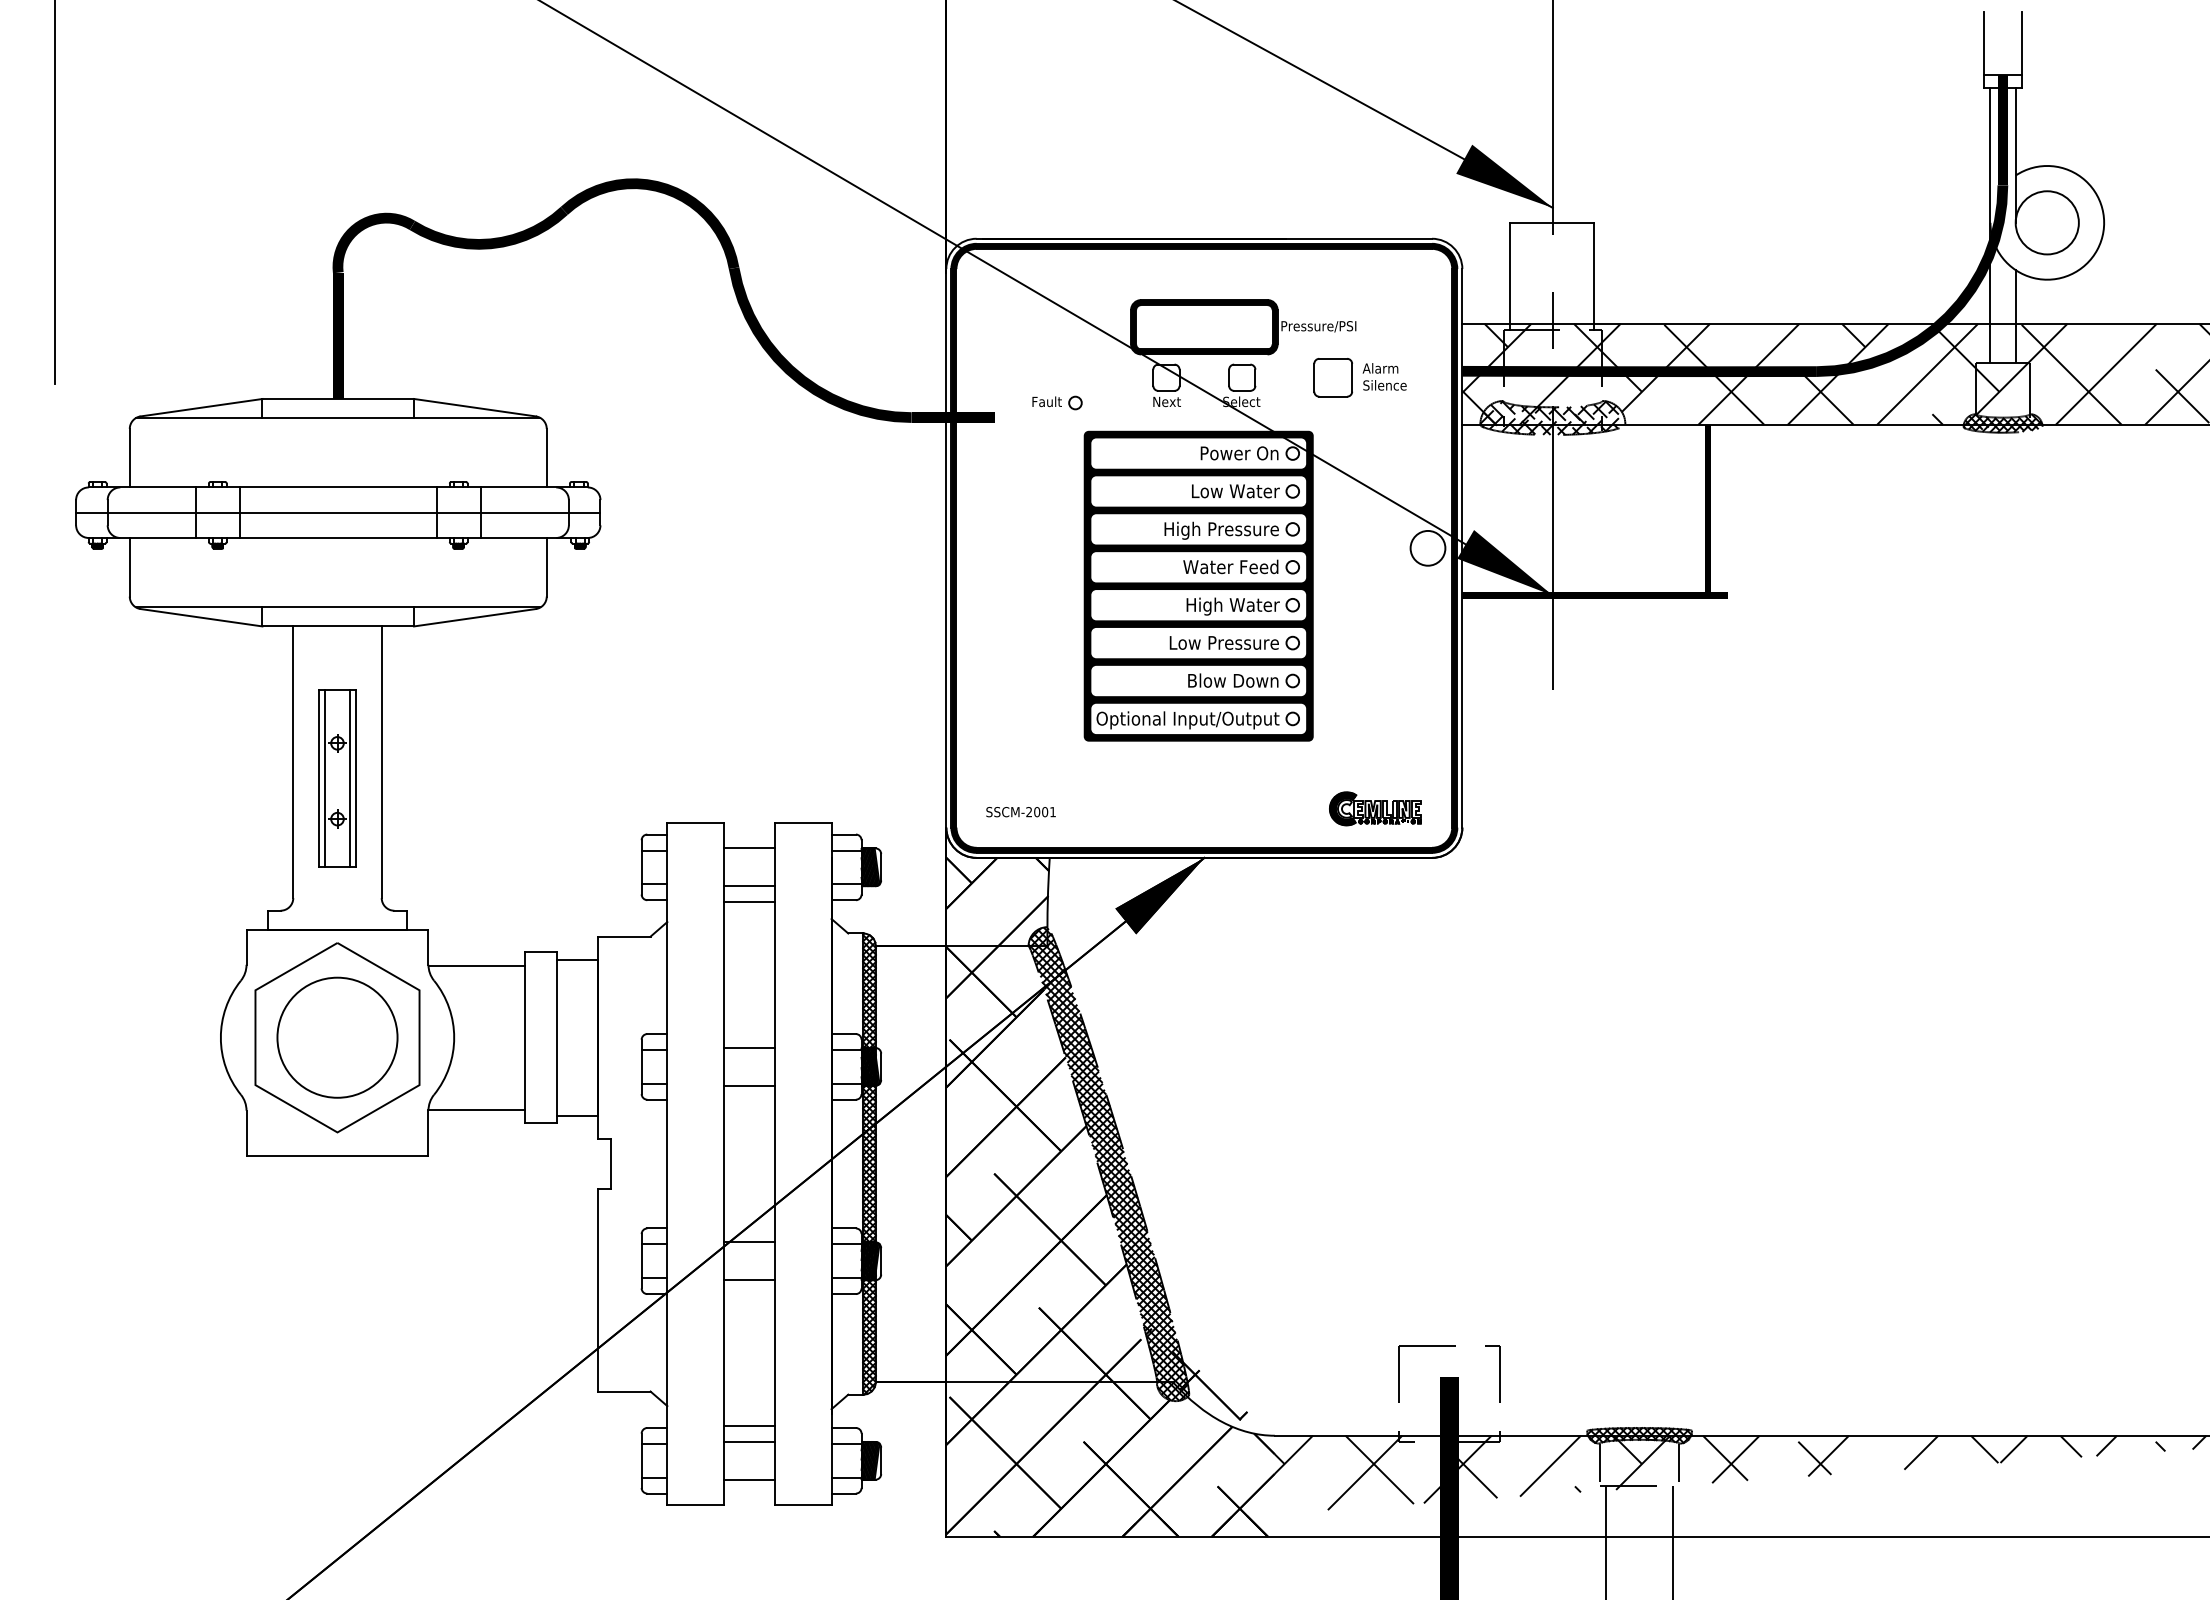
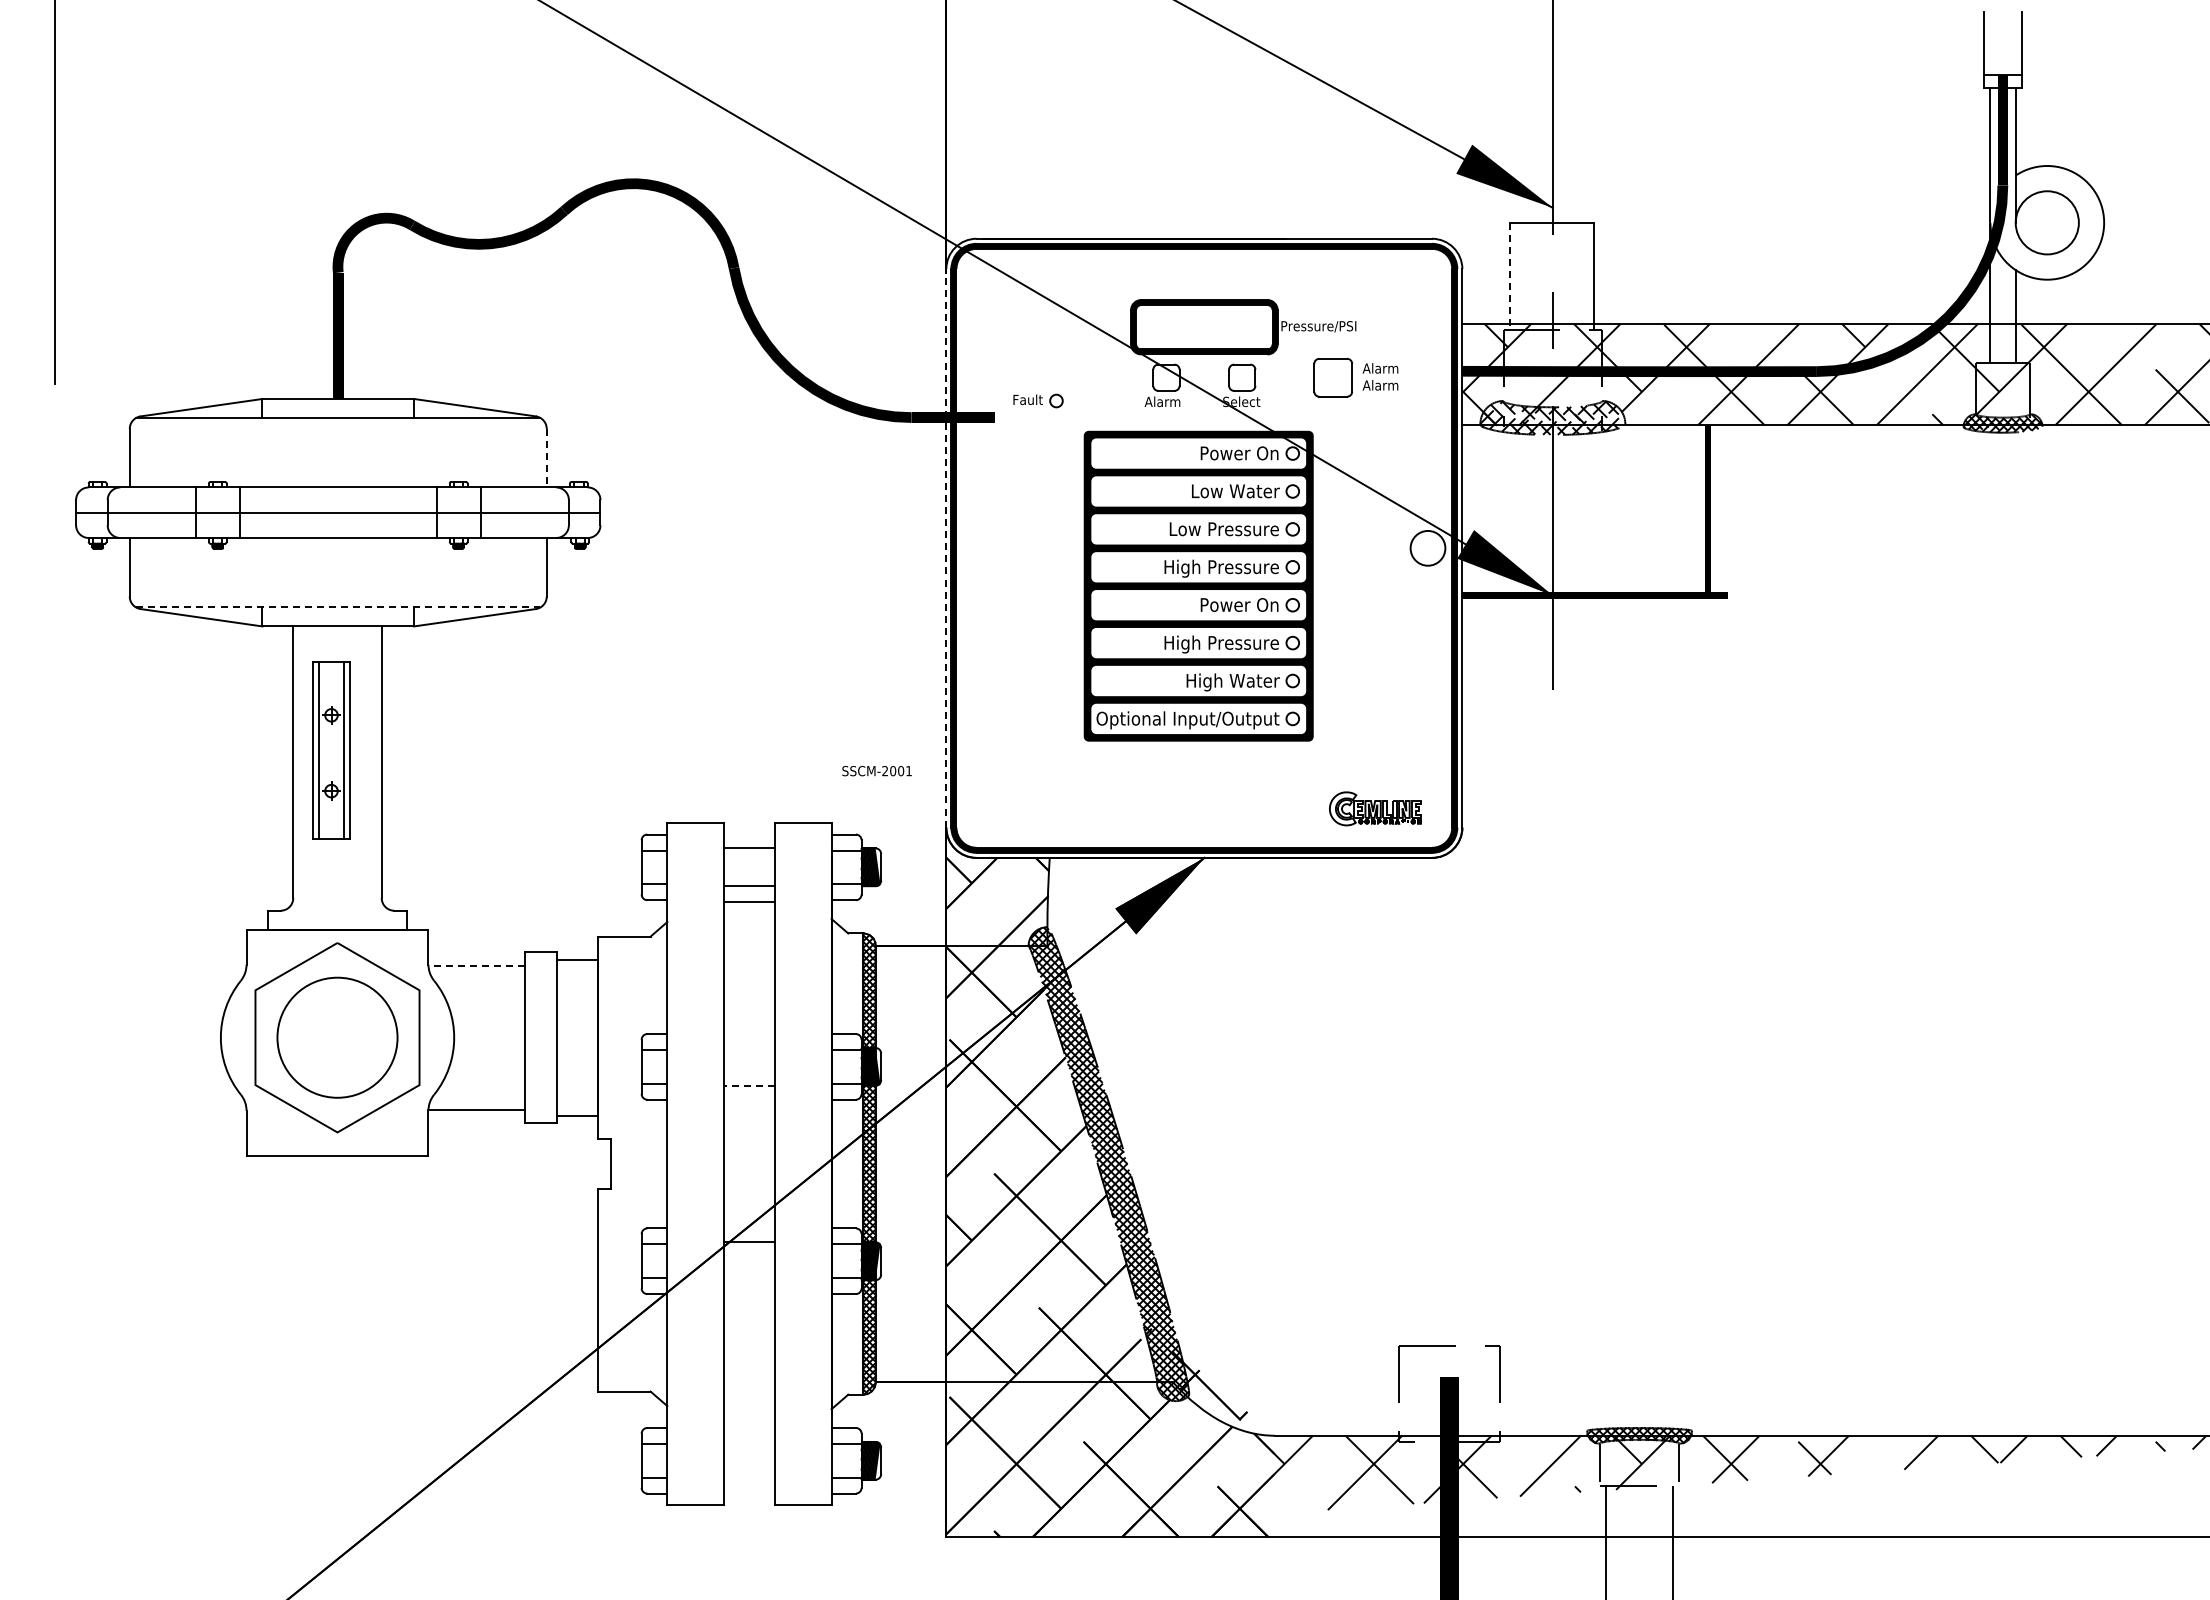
line at (1510, 276): solid -> dashed
text at (1384, 385): Silence -> Alarm
text at (1162, 401): Next -> Alarm
part at (1057, 402) position: (1057, 402) -> (1038, 400)
line at (546, 458): solid -> dashed
text at (1182, 530): High Pressure -> Low Pressure
line at (946, 547): solid -> dashed
text at (1221, 568): Water Feed -> High Pressure
text at (1232, 606): High Water -> Power On
line at (338, 607): solid -> dashed
text at (1182, 644): Low Pressure -> High Pressure
text at (1232, 682): Blow Down -> High Water
part at (337, 778) position: (337, 778) -> (331, 750)
hatch at (1342, 808): present -> none
text at (1020, 812) position: (1020, 812) -> (876, 771)
line at (476, 966): solid -> dashed
line at (749, 1047): present -> none
line at (748, 1085): solid -> dashed
line at (749, 1280): present -> none
line at (749, 1426): present -> none
line at (749, 1441): present -> none
line at (749, 1479): present -> none
